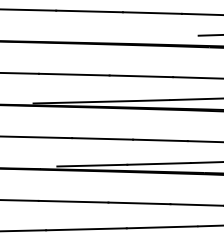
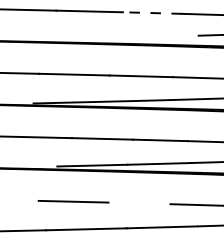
line at (152, 13): solid -> dashed
line at (20, 200): present -> none
line at (139, 203): present -> none
